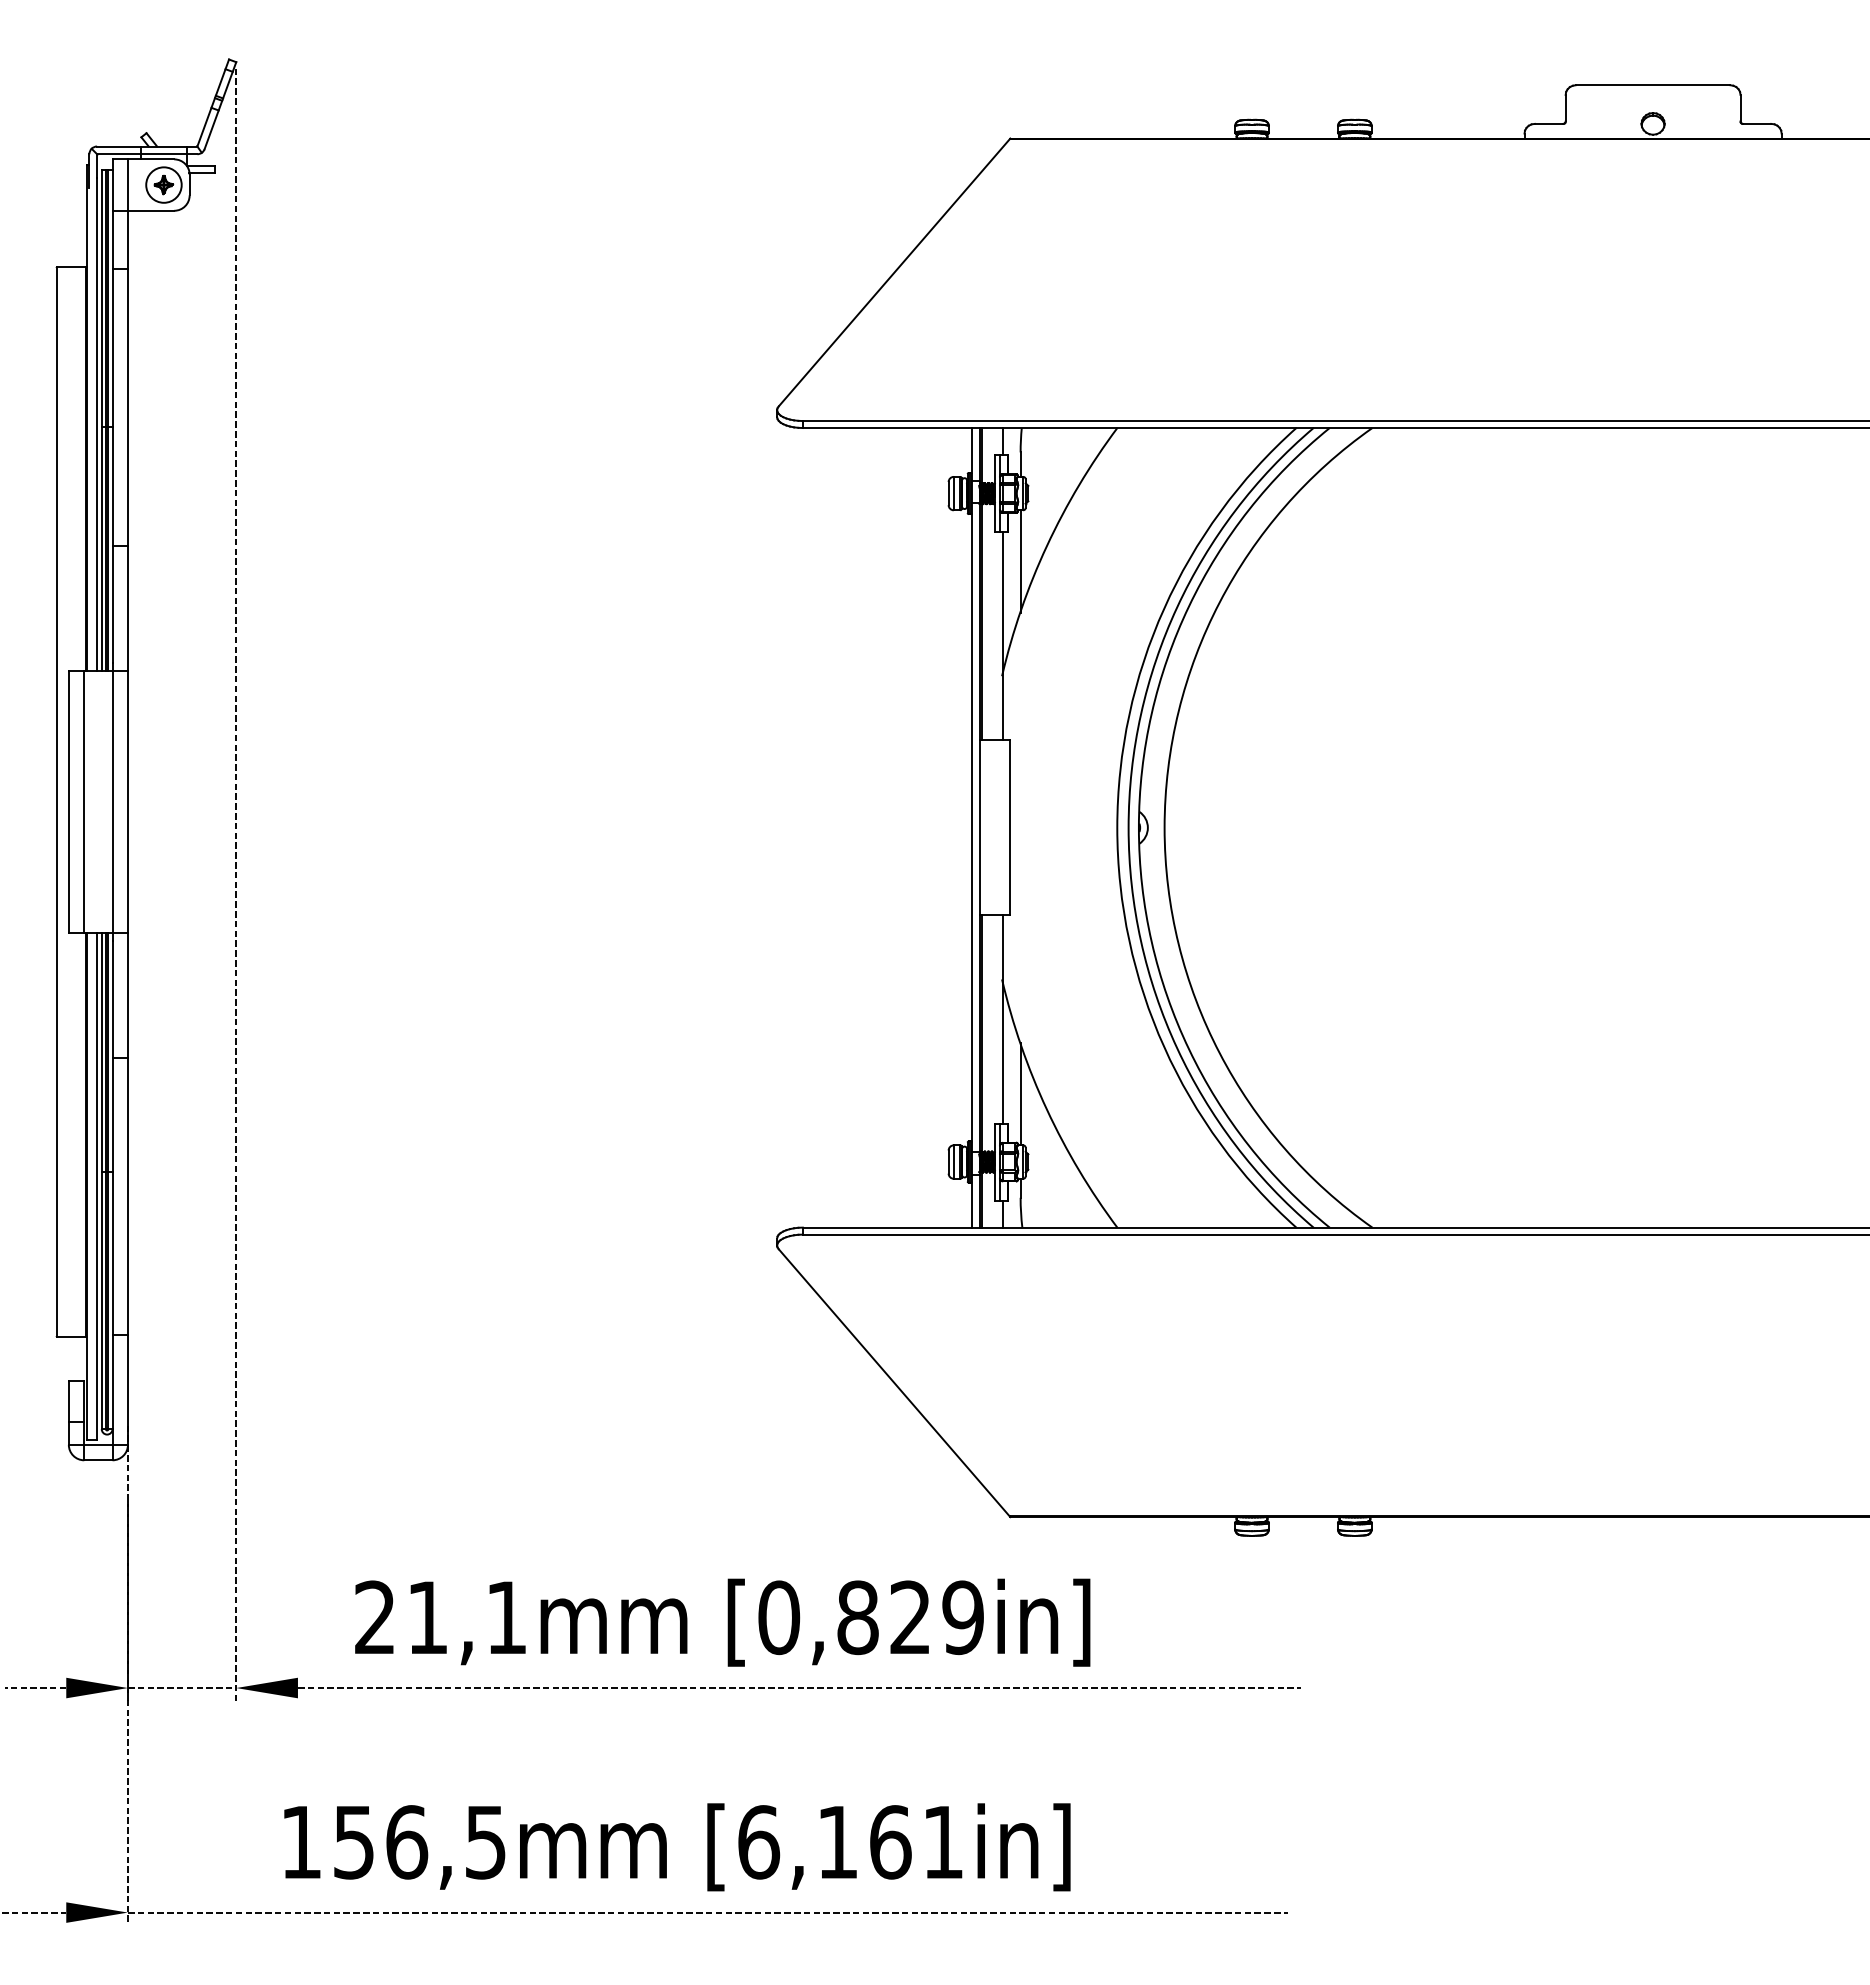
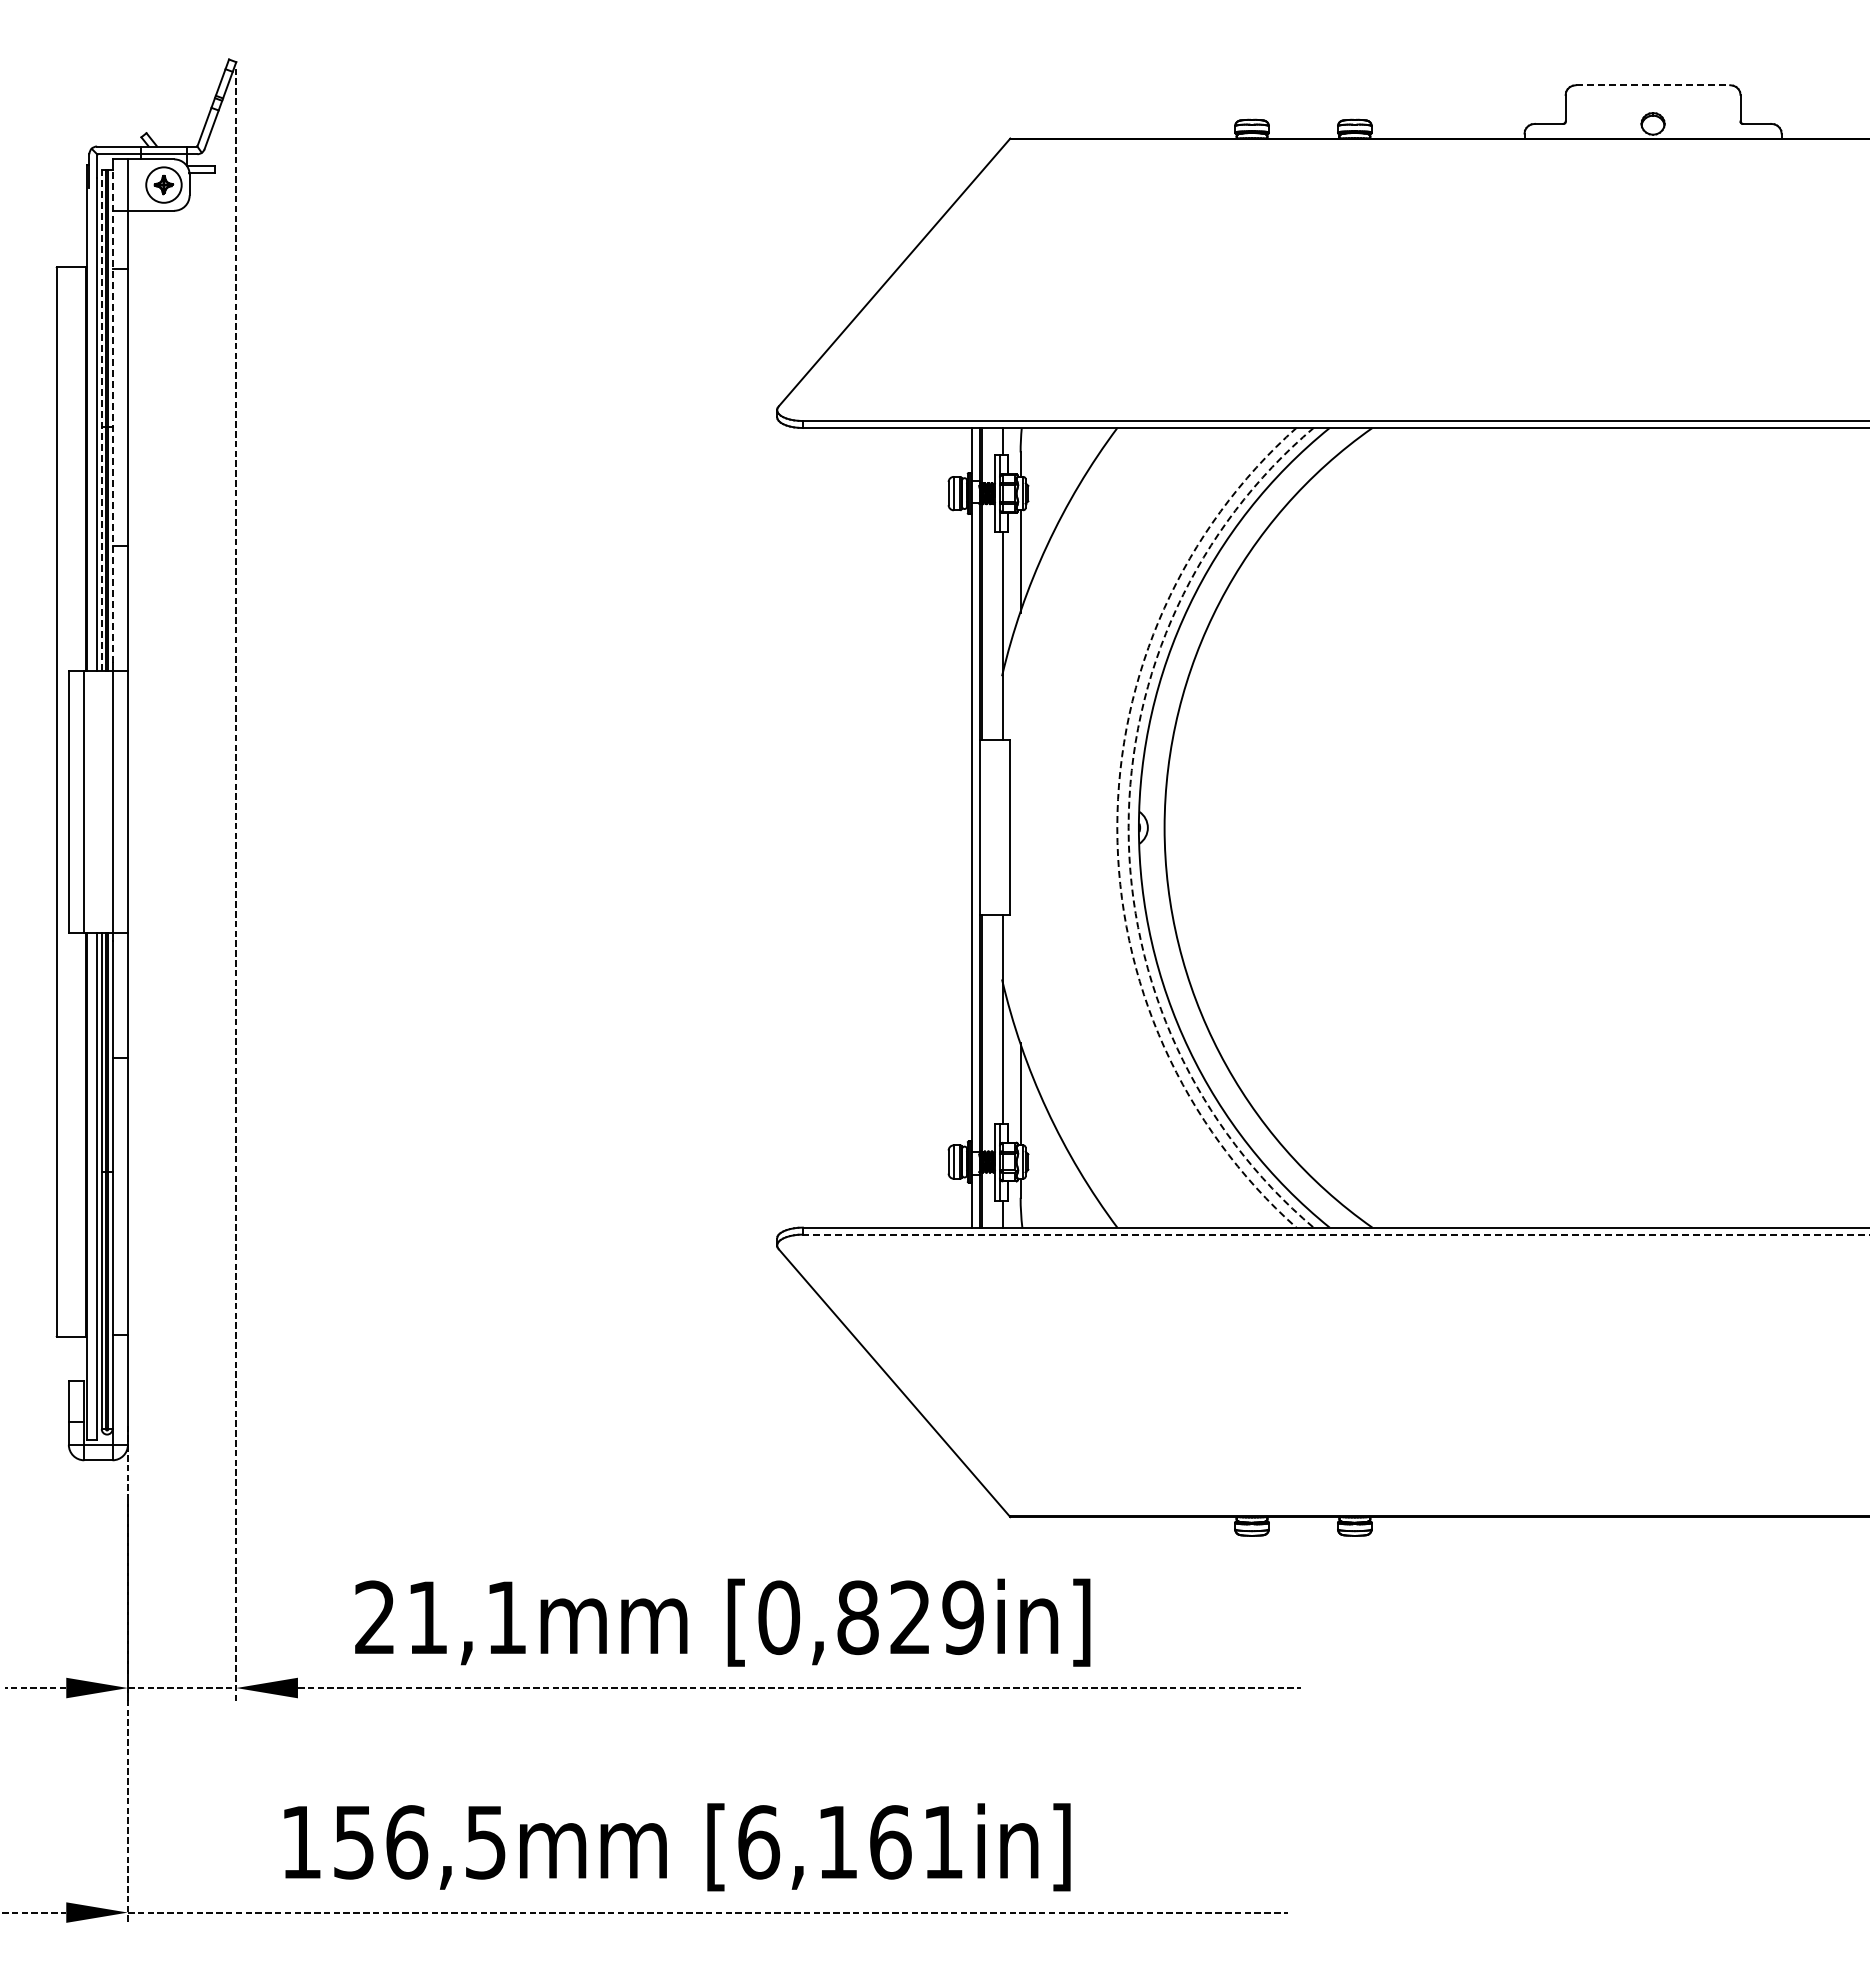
line at (1653, 85): solid -> dashed
line at (112, 416): solid -> dashed
line at (101, 420): solid -> dashed
arc at (1117, 827): solid -> dashed
arc at (1128, 827): solid -> dashed
line at (1335, 1234): solid -> dashed
